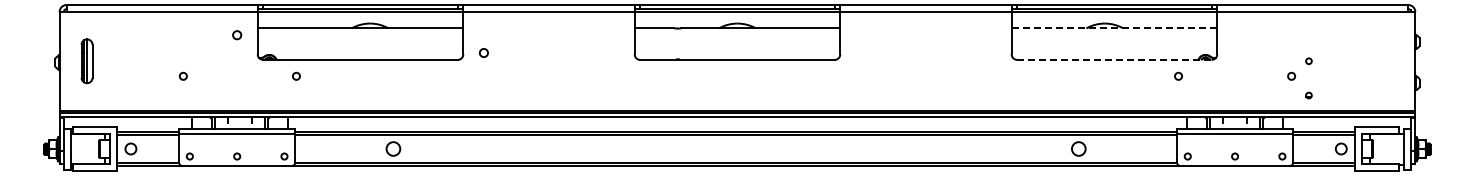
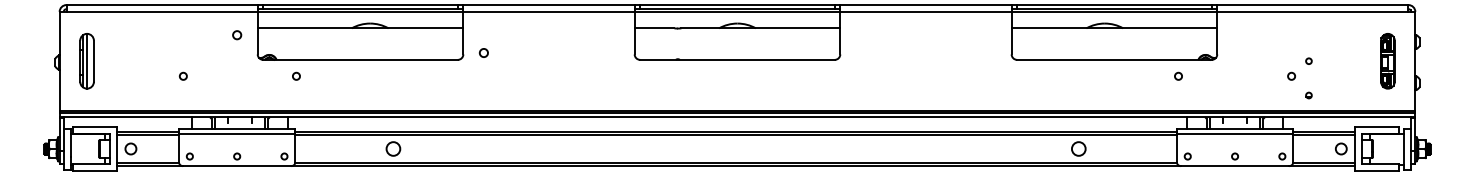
line at (1114, 28): dashed -> solid
line at (1114, 59): dashed -> solid
part at (86, 61) size: 14x47 px -> 16x57 px
part at (1387, 61): none -> present
